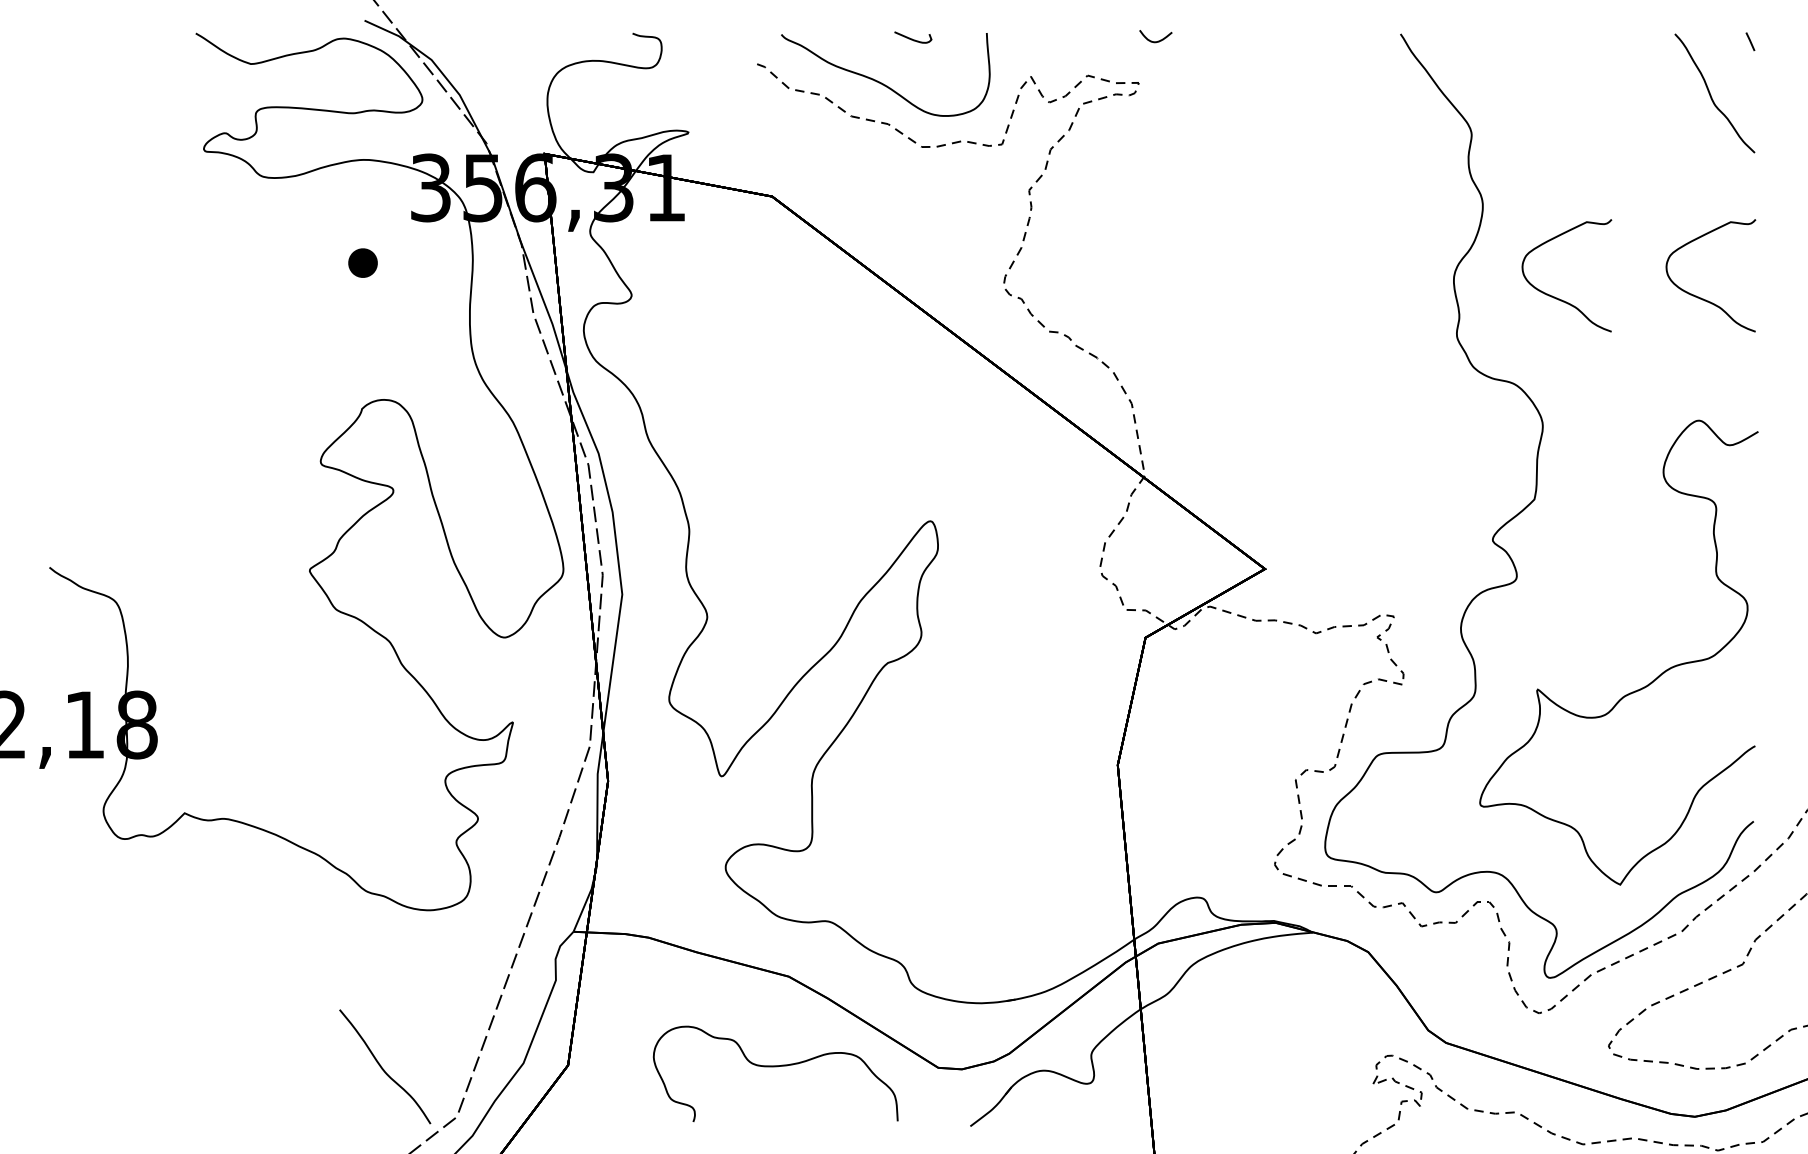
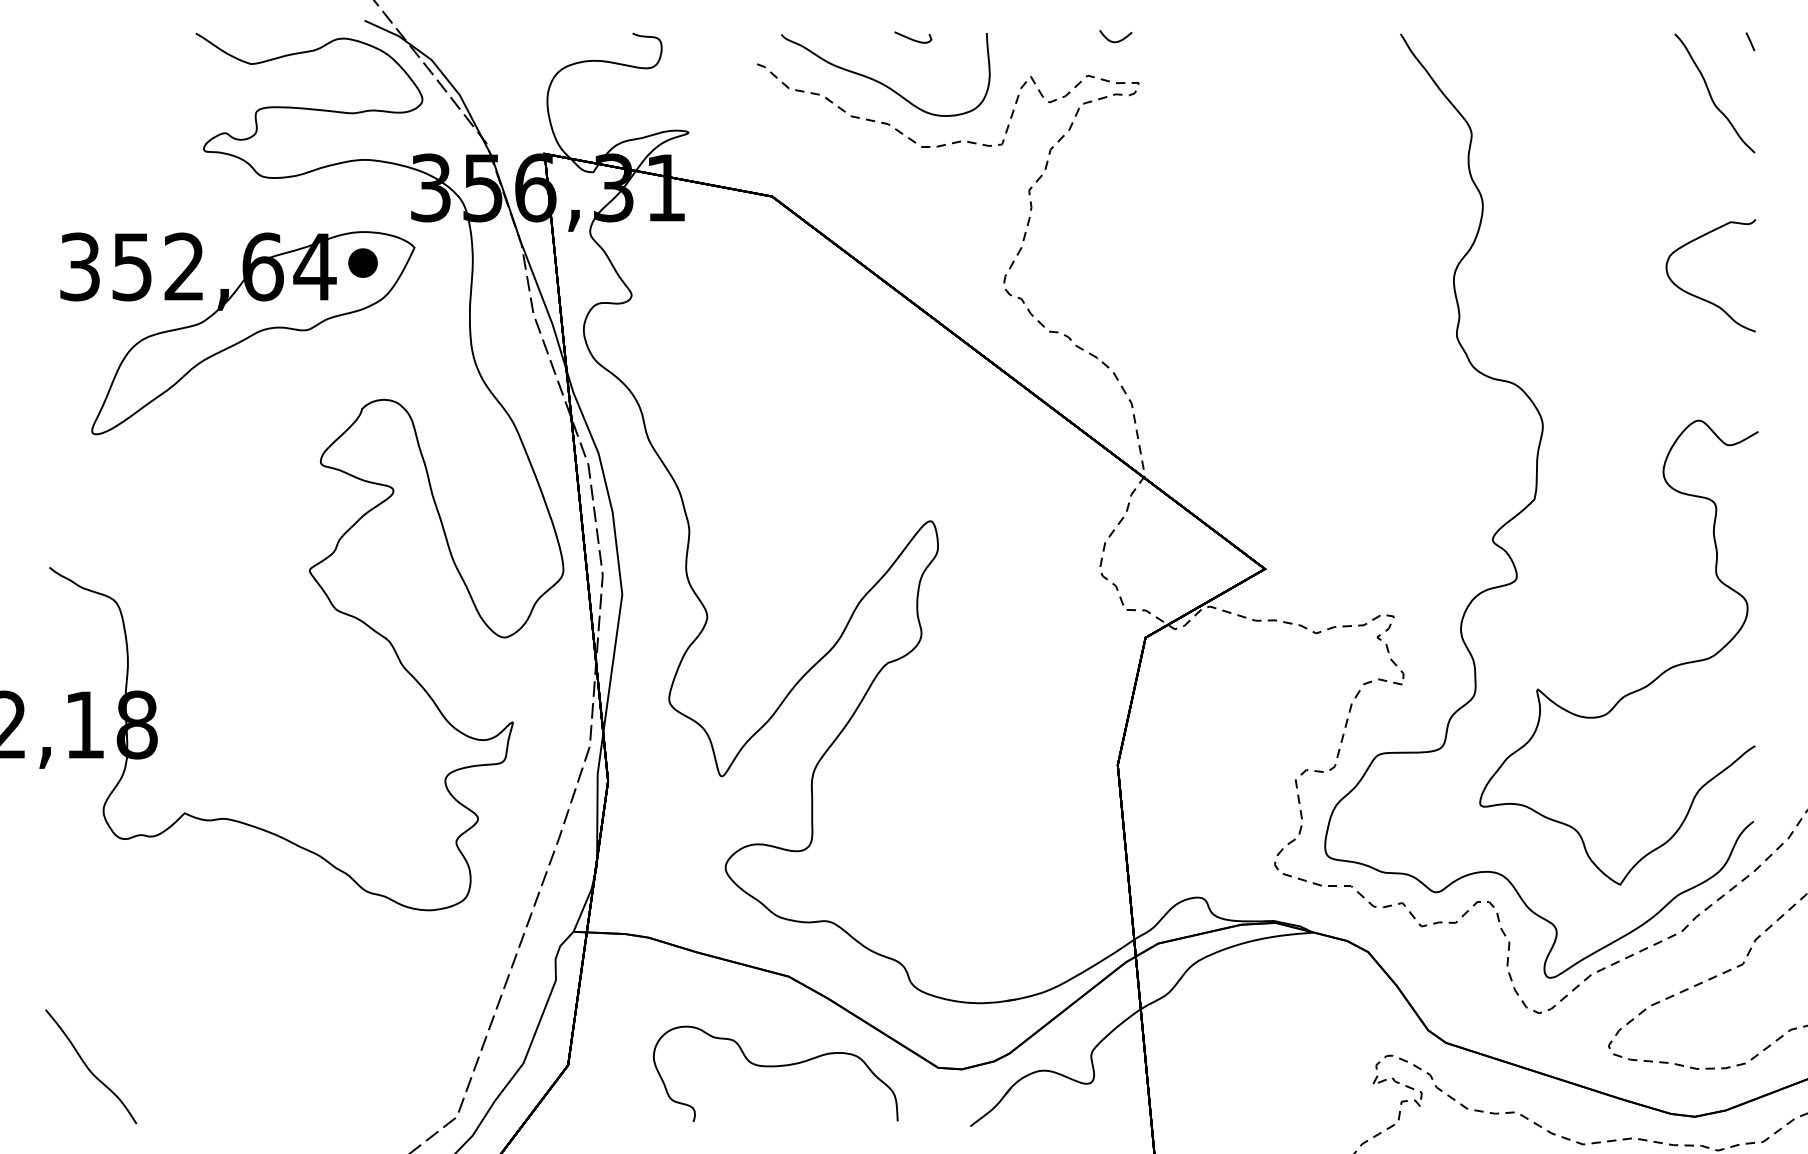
curve at (1158, 40) position: (1158, 40) -> (1118, 40)
curve at (1557, 297): present -> none
part at (237, 333): none -> present
curve at (383, 1068) position: (383, 1068) -> (89, 1068)
